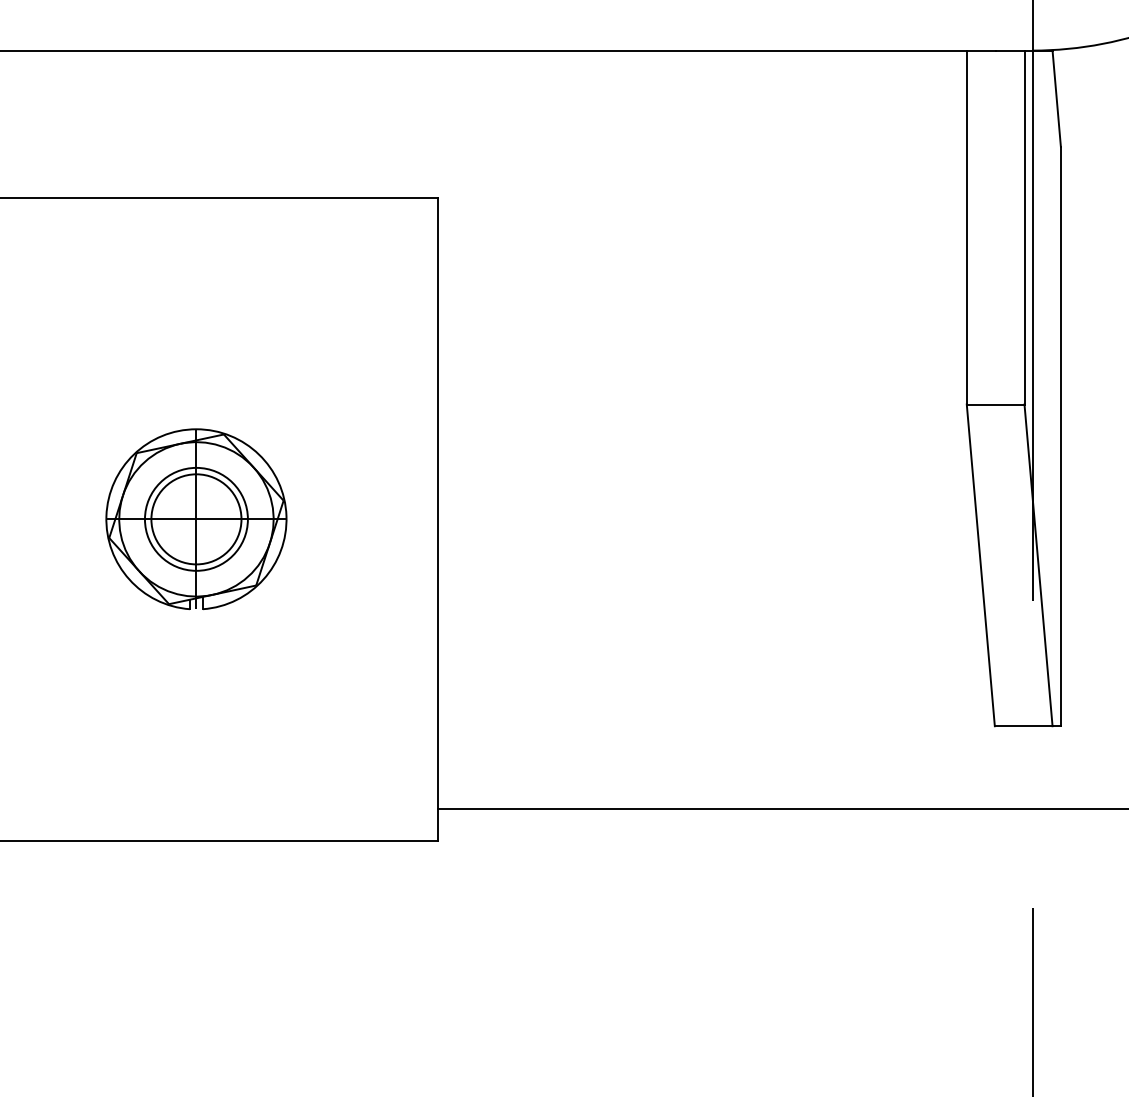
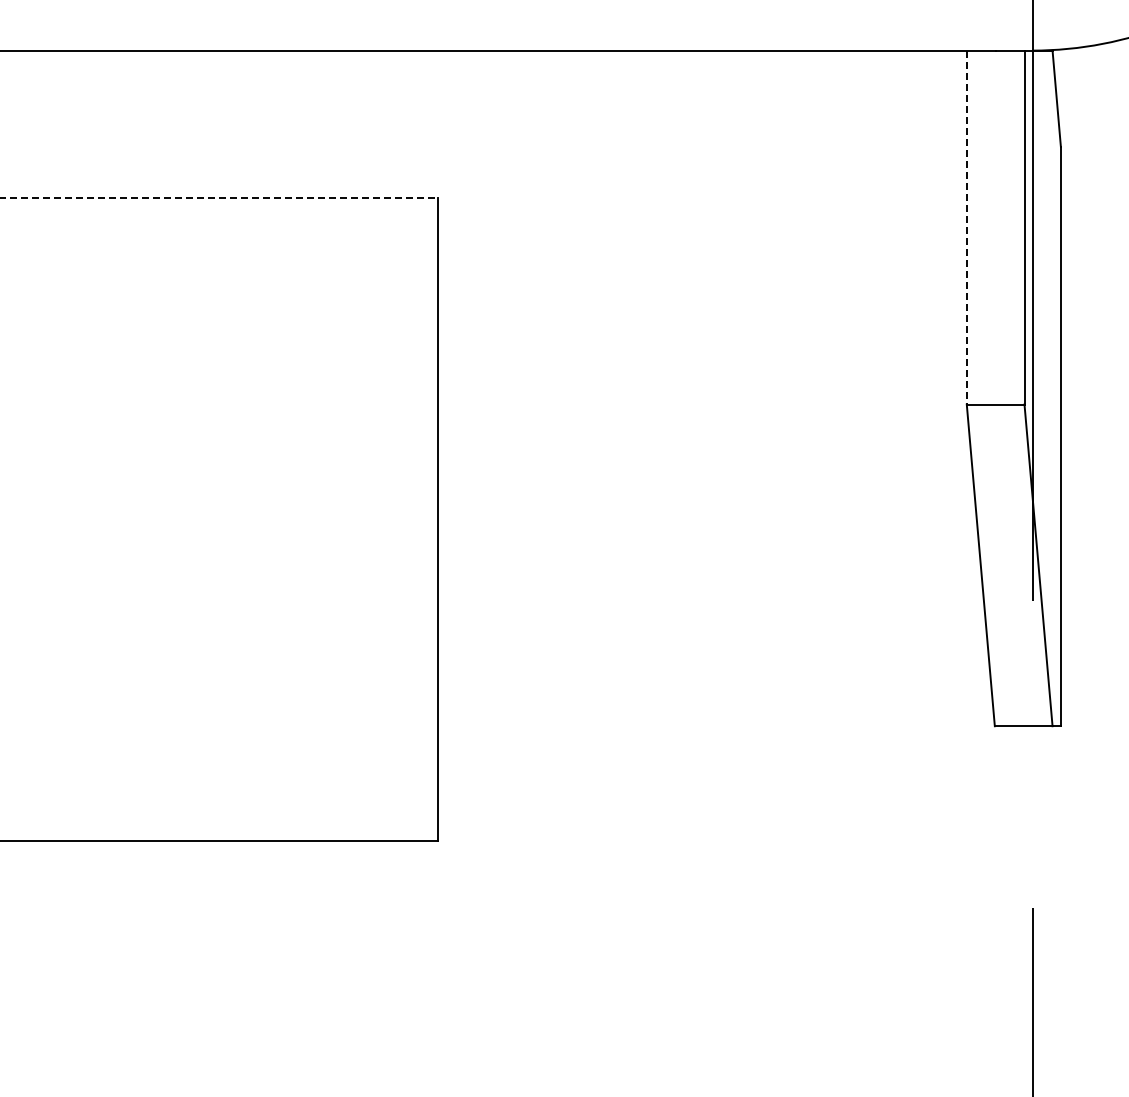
line at (218, 197): solid -> dashed
line at (966, 227): solid -> dashed
part at (196, 519): present -> none
line at (781, 808): present -> none
